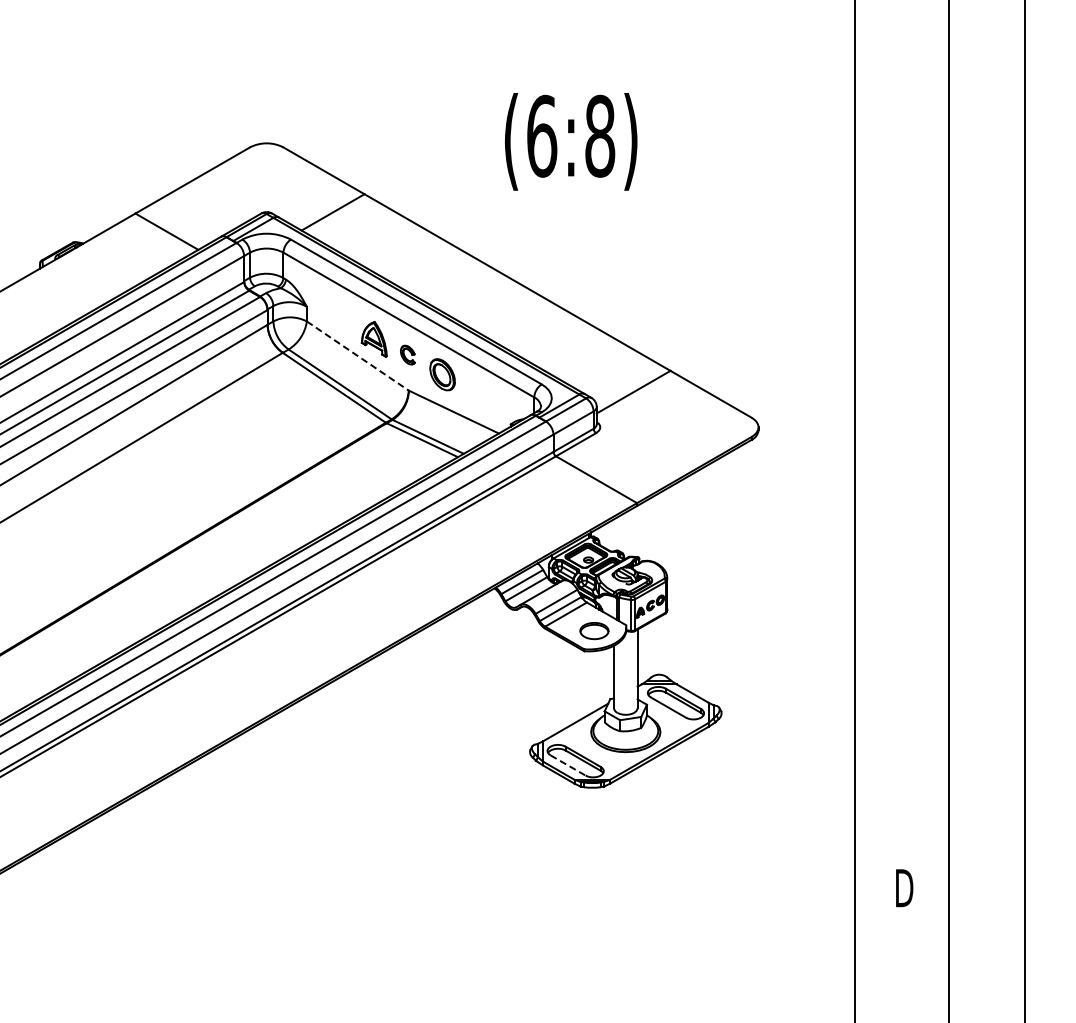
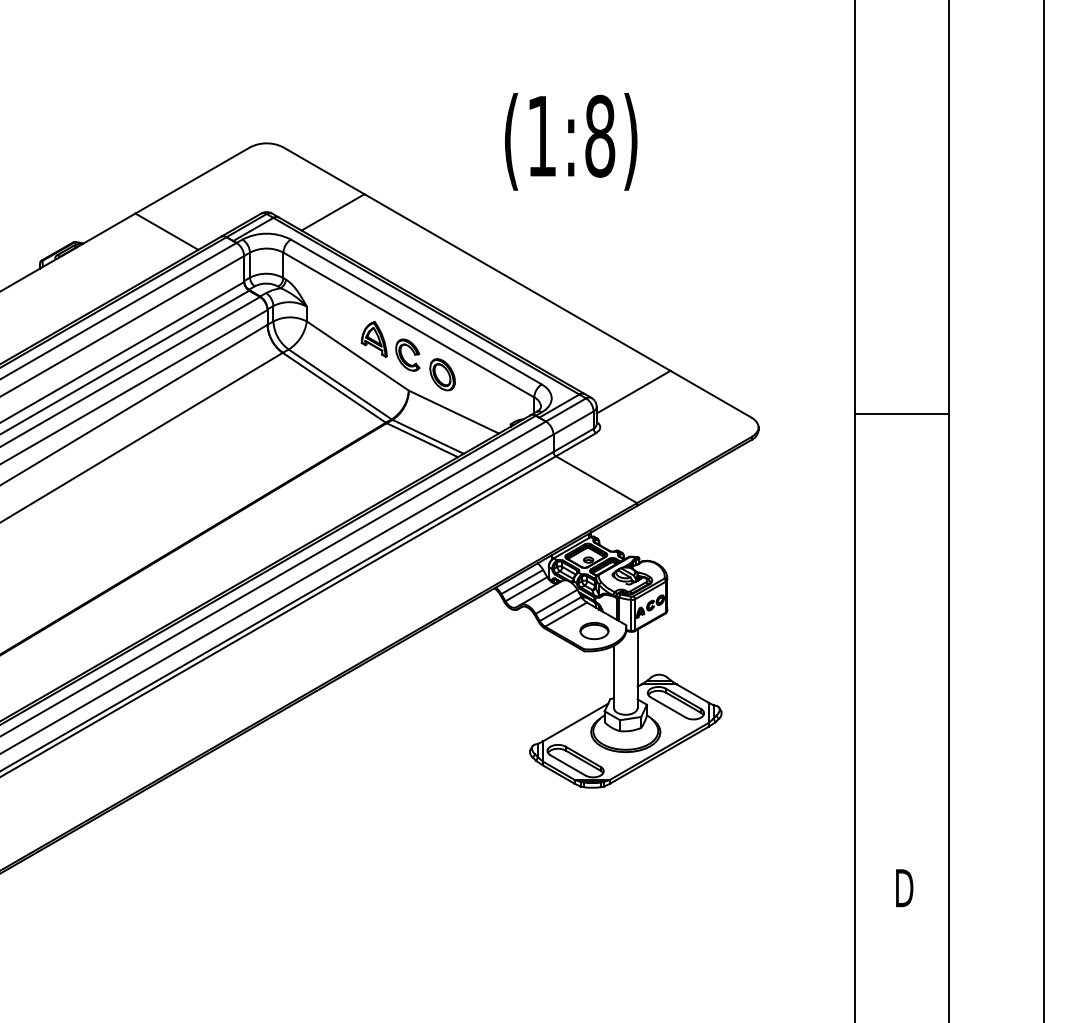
text at (542, 135): (6:8) -> (1:8)
part at (407, 354) size: 16x22 px -> 26x34 px
line at (357, 356): dashed -> solid
line at (901, 414): none -> present
line at (1024, 510) position: (1024, 510) -> (1043, 510)
line at (568, 765): dashed -> solid
